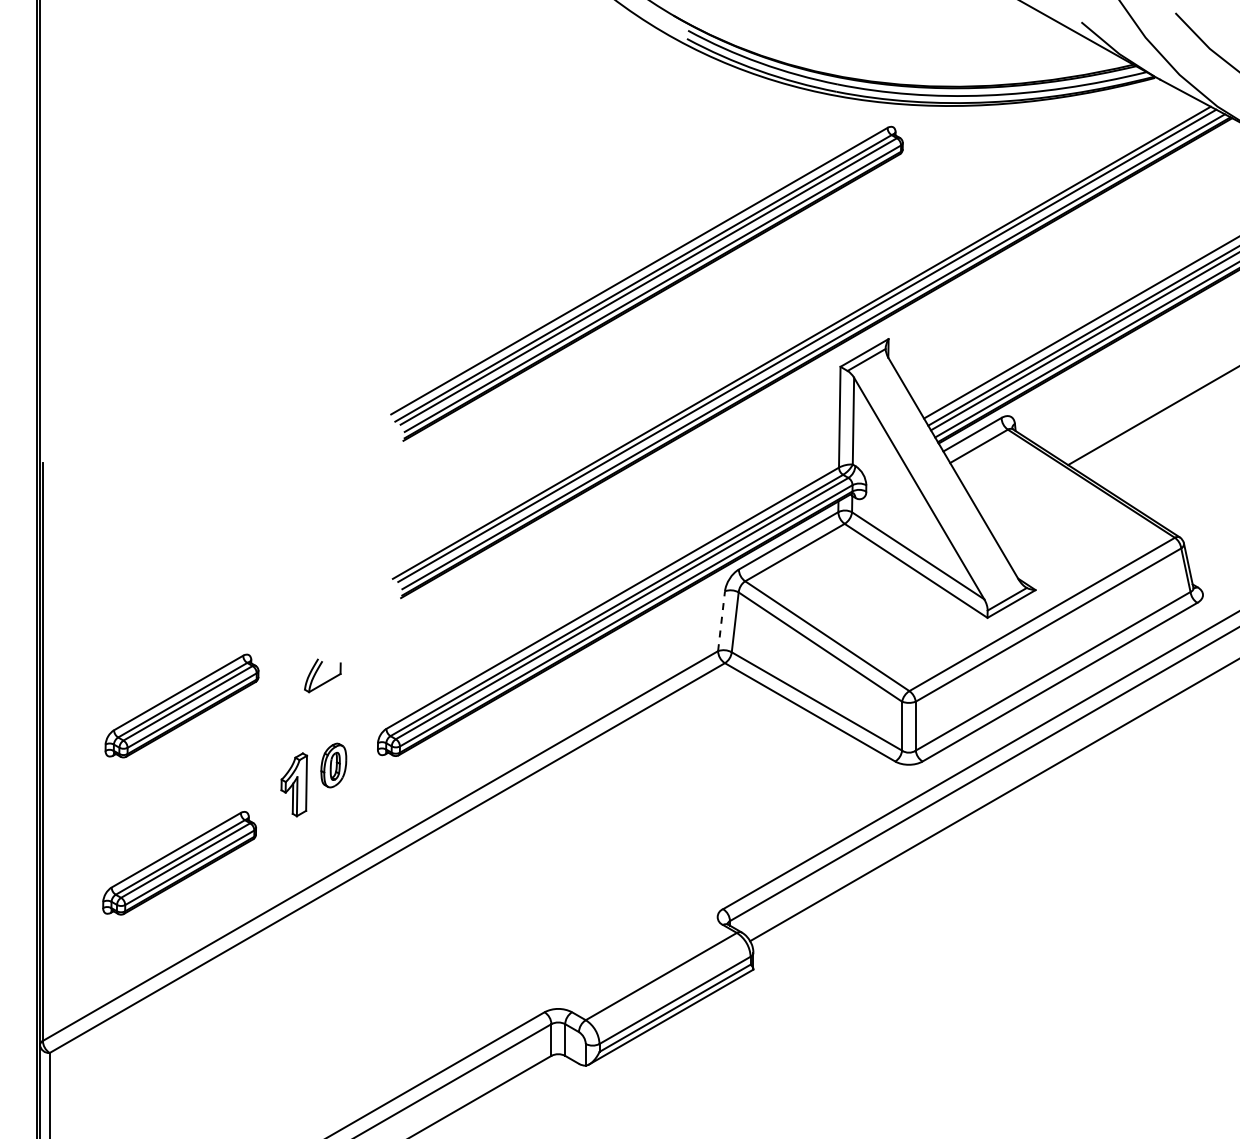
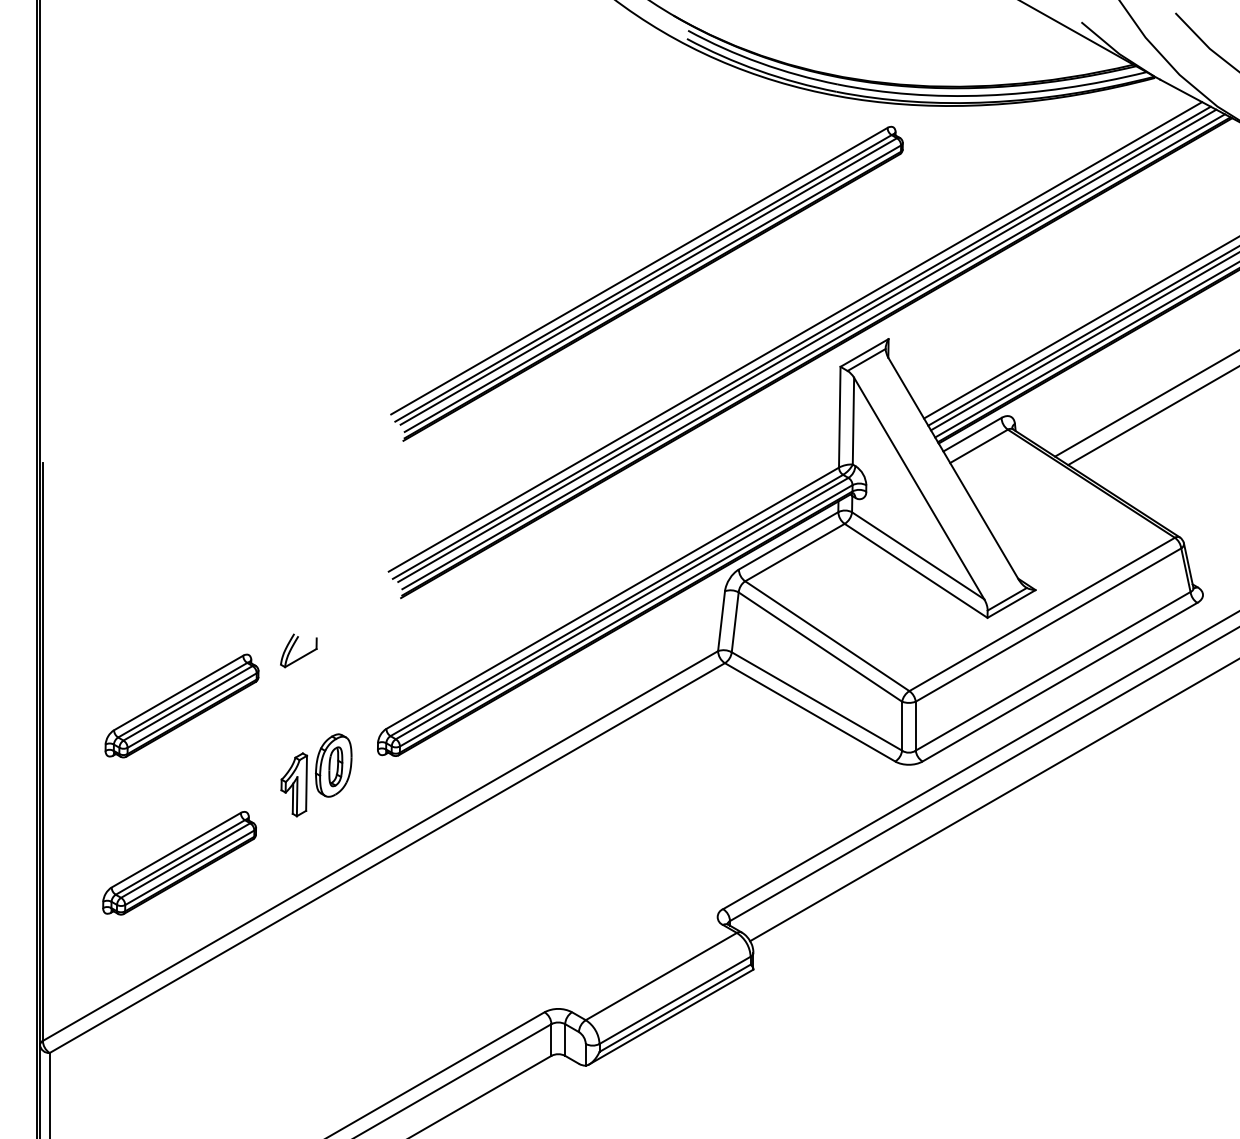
line at (795, 336): none -> present
line at (1145, 404): none -> present
line at (721, 620): dashed -> solid
part at (316, 673) position: (316, 673) -> (292, 648)
part at (333, 765) size: 28x47 px -> 38x65 px
